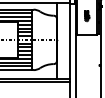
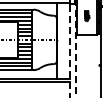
line at (69, 49): solid -> dashed
line at (75, 50): solid -> dashed
